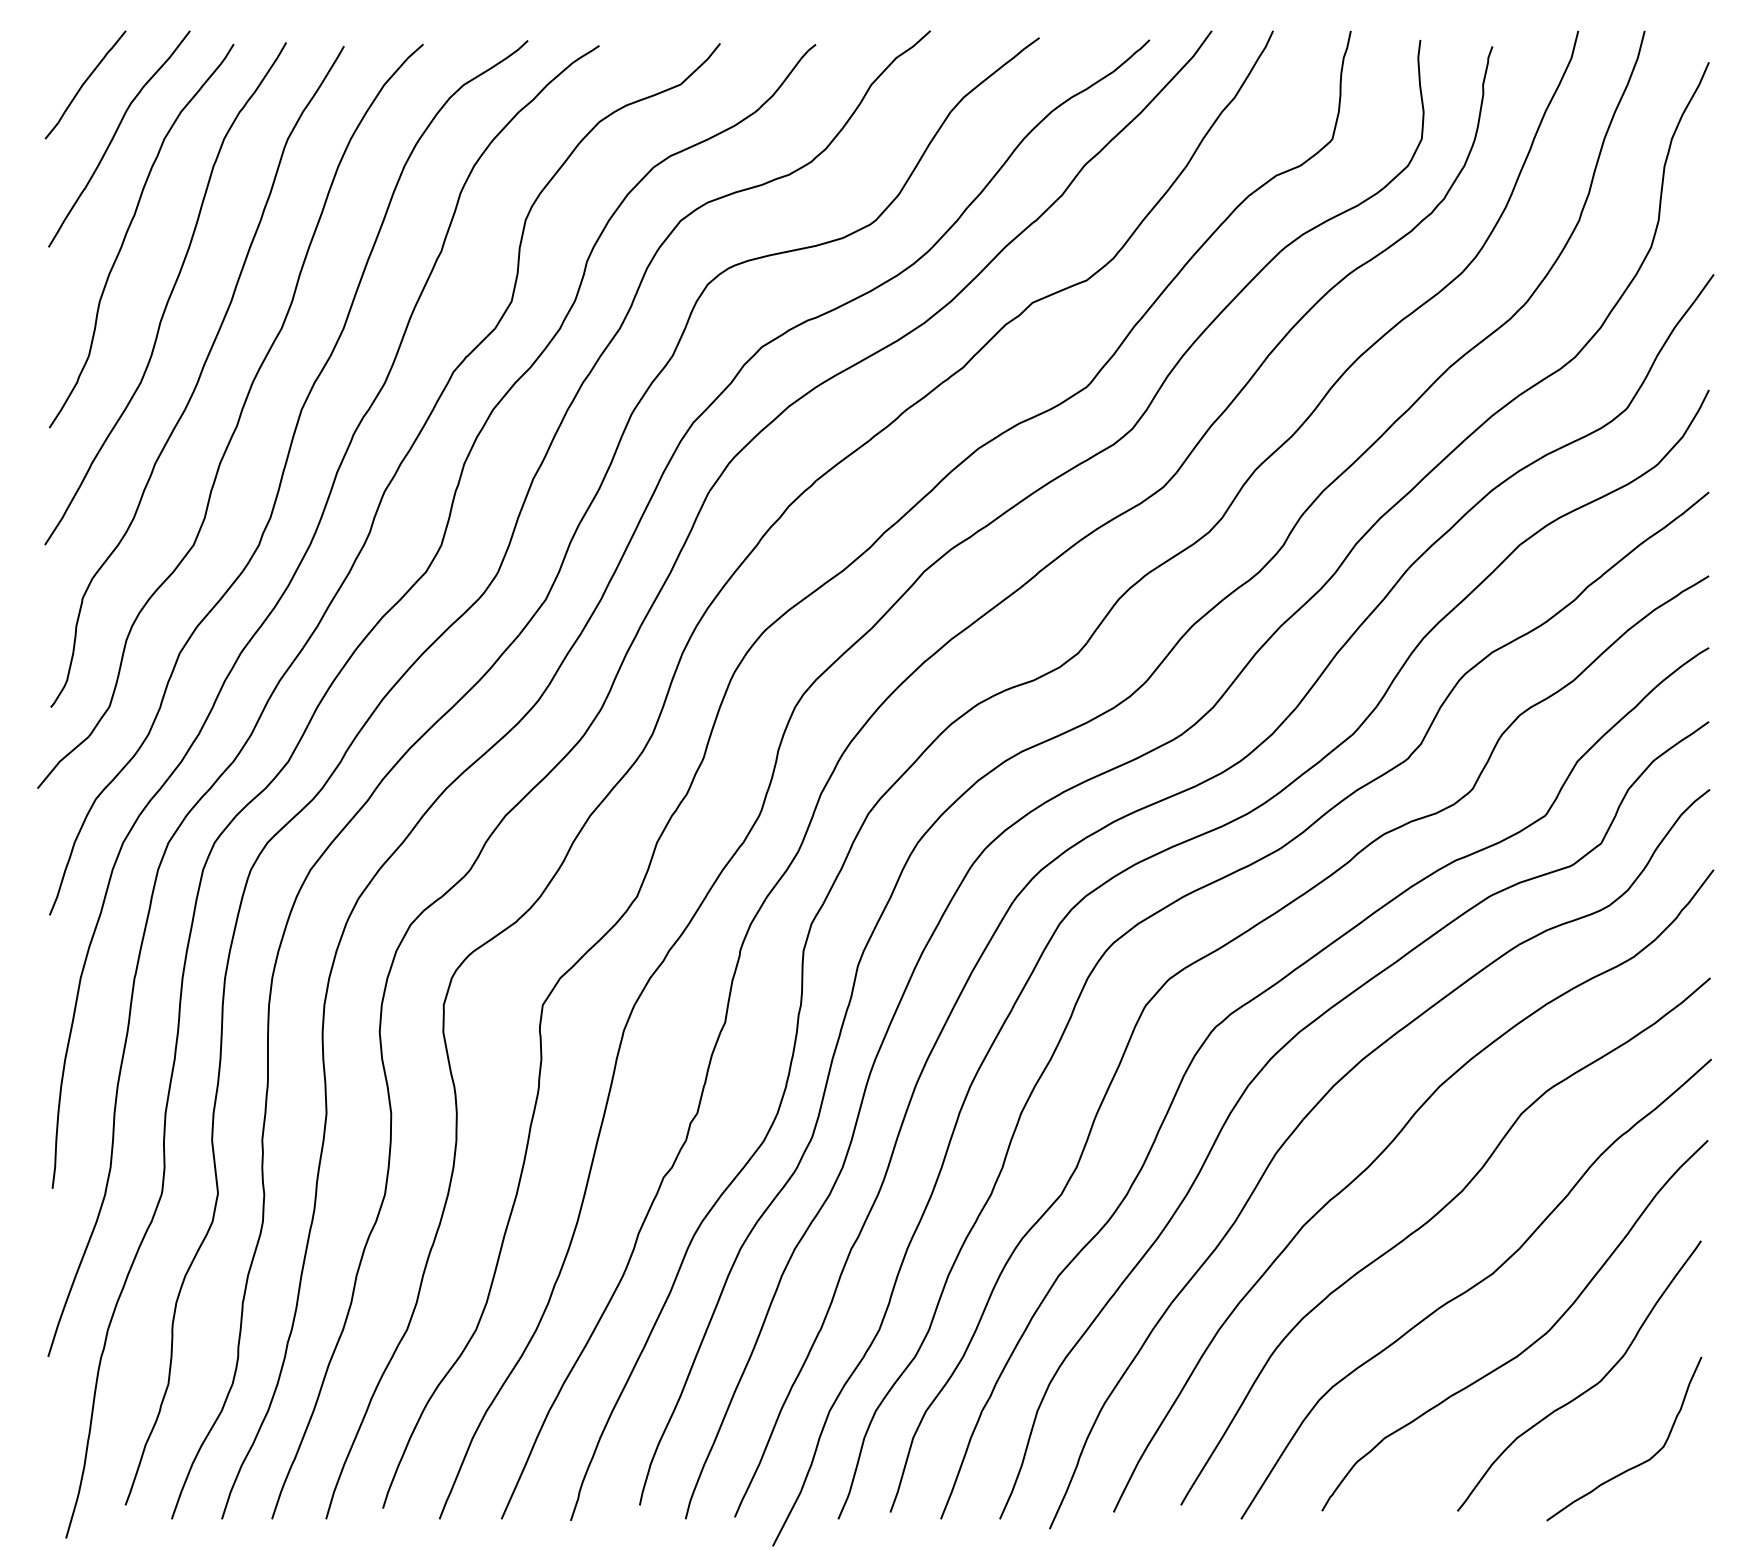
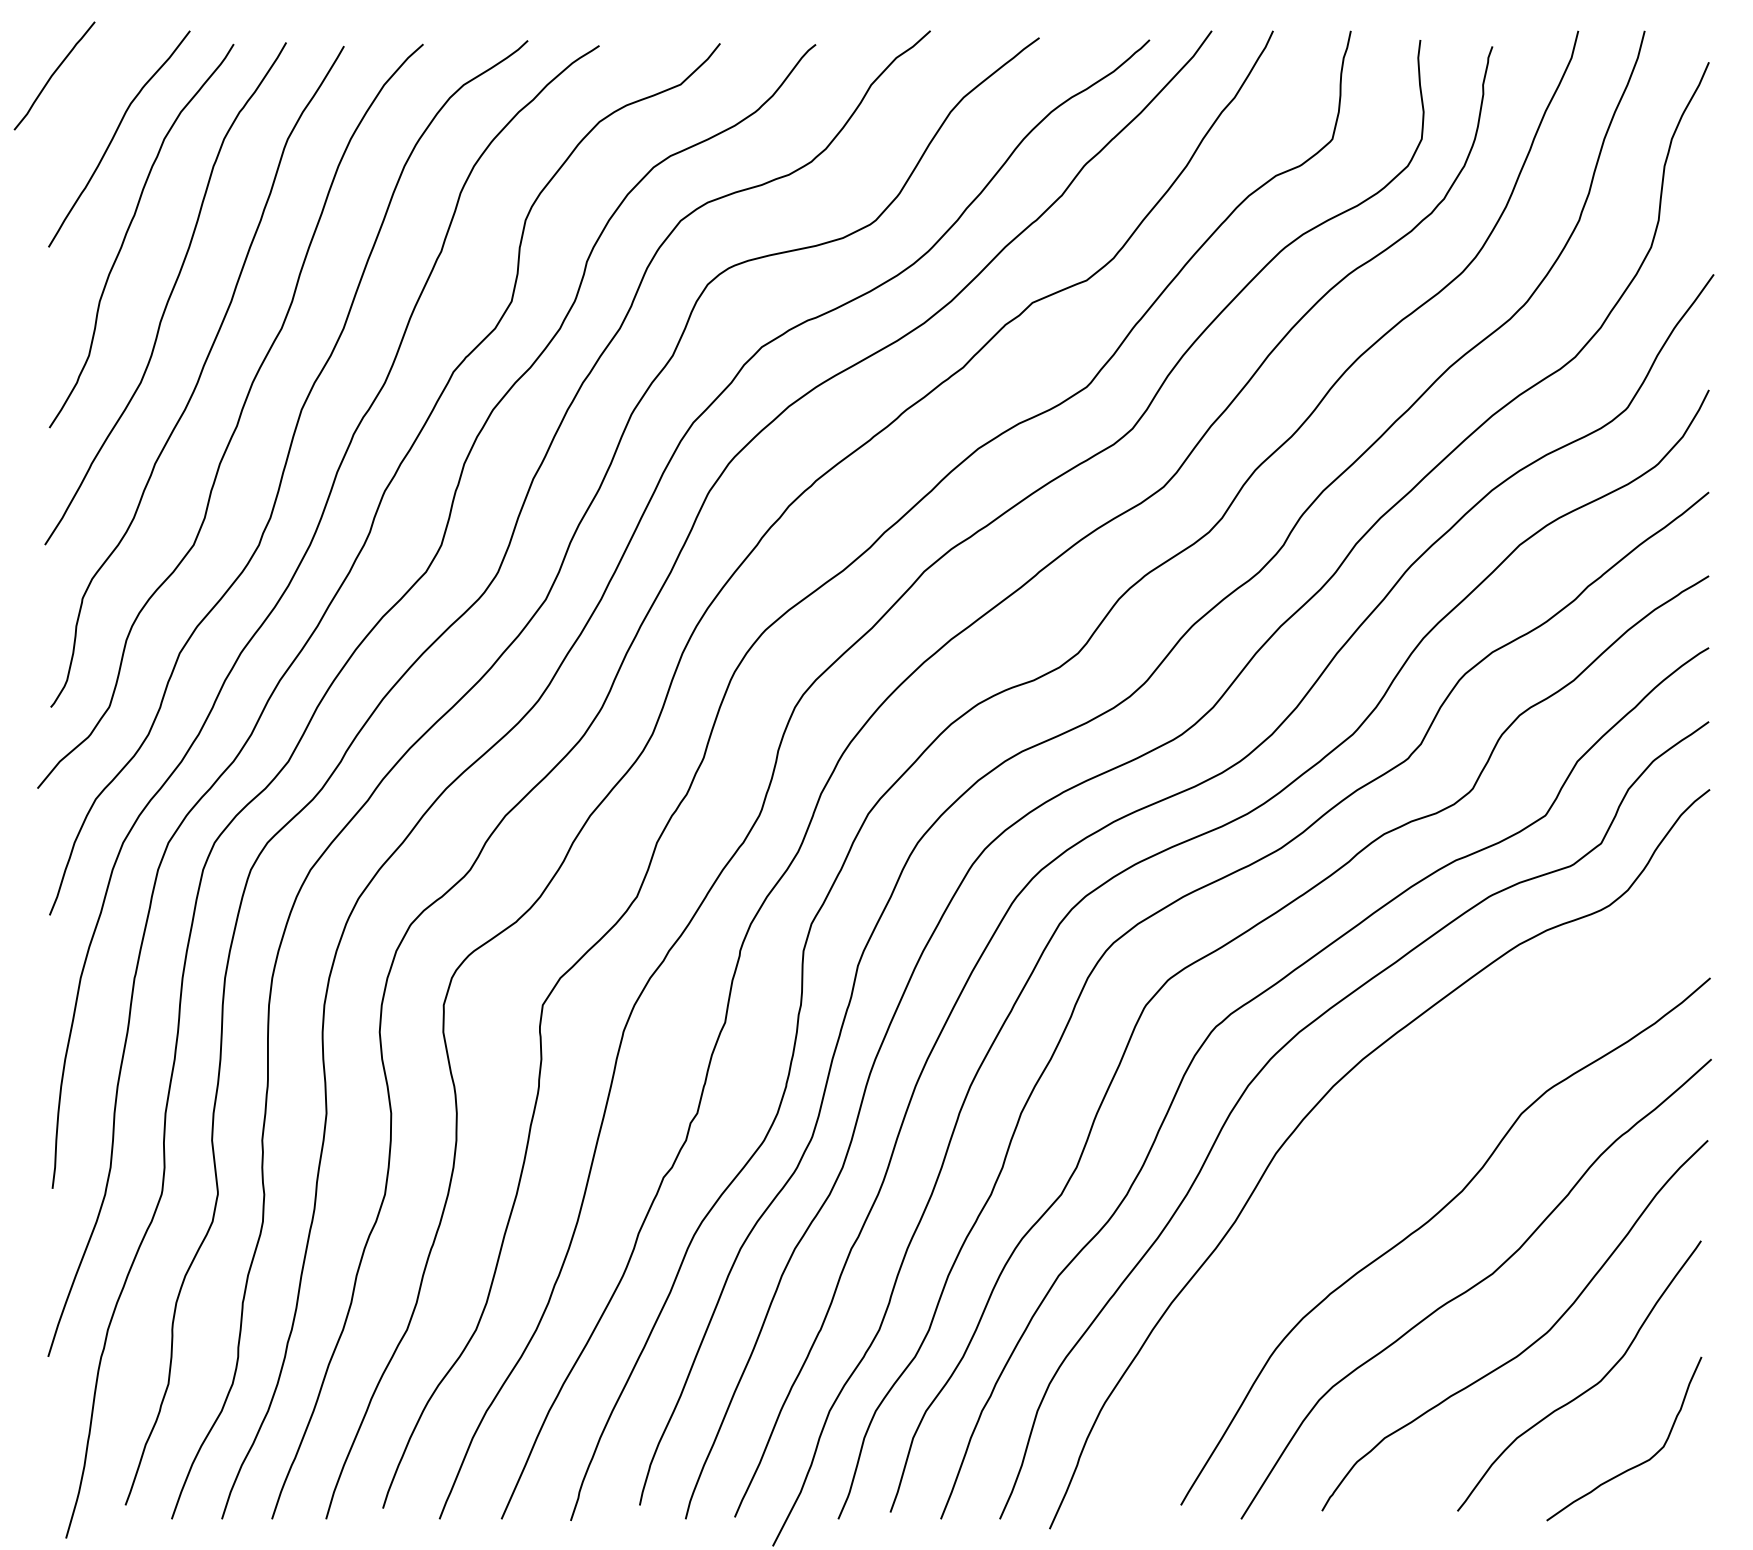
curve at (85, 83) position: (85, 83) -> (54, 74)
curve at (1374, 1162): present -> none
